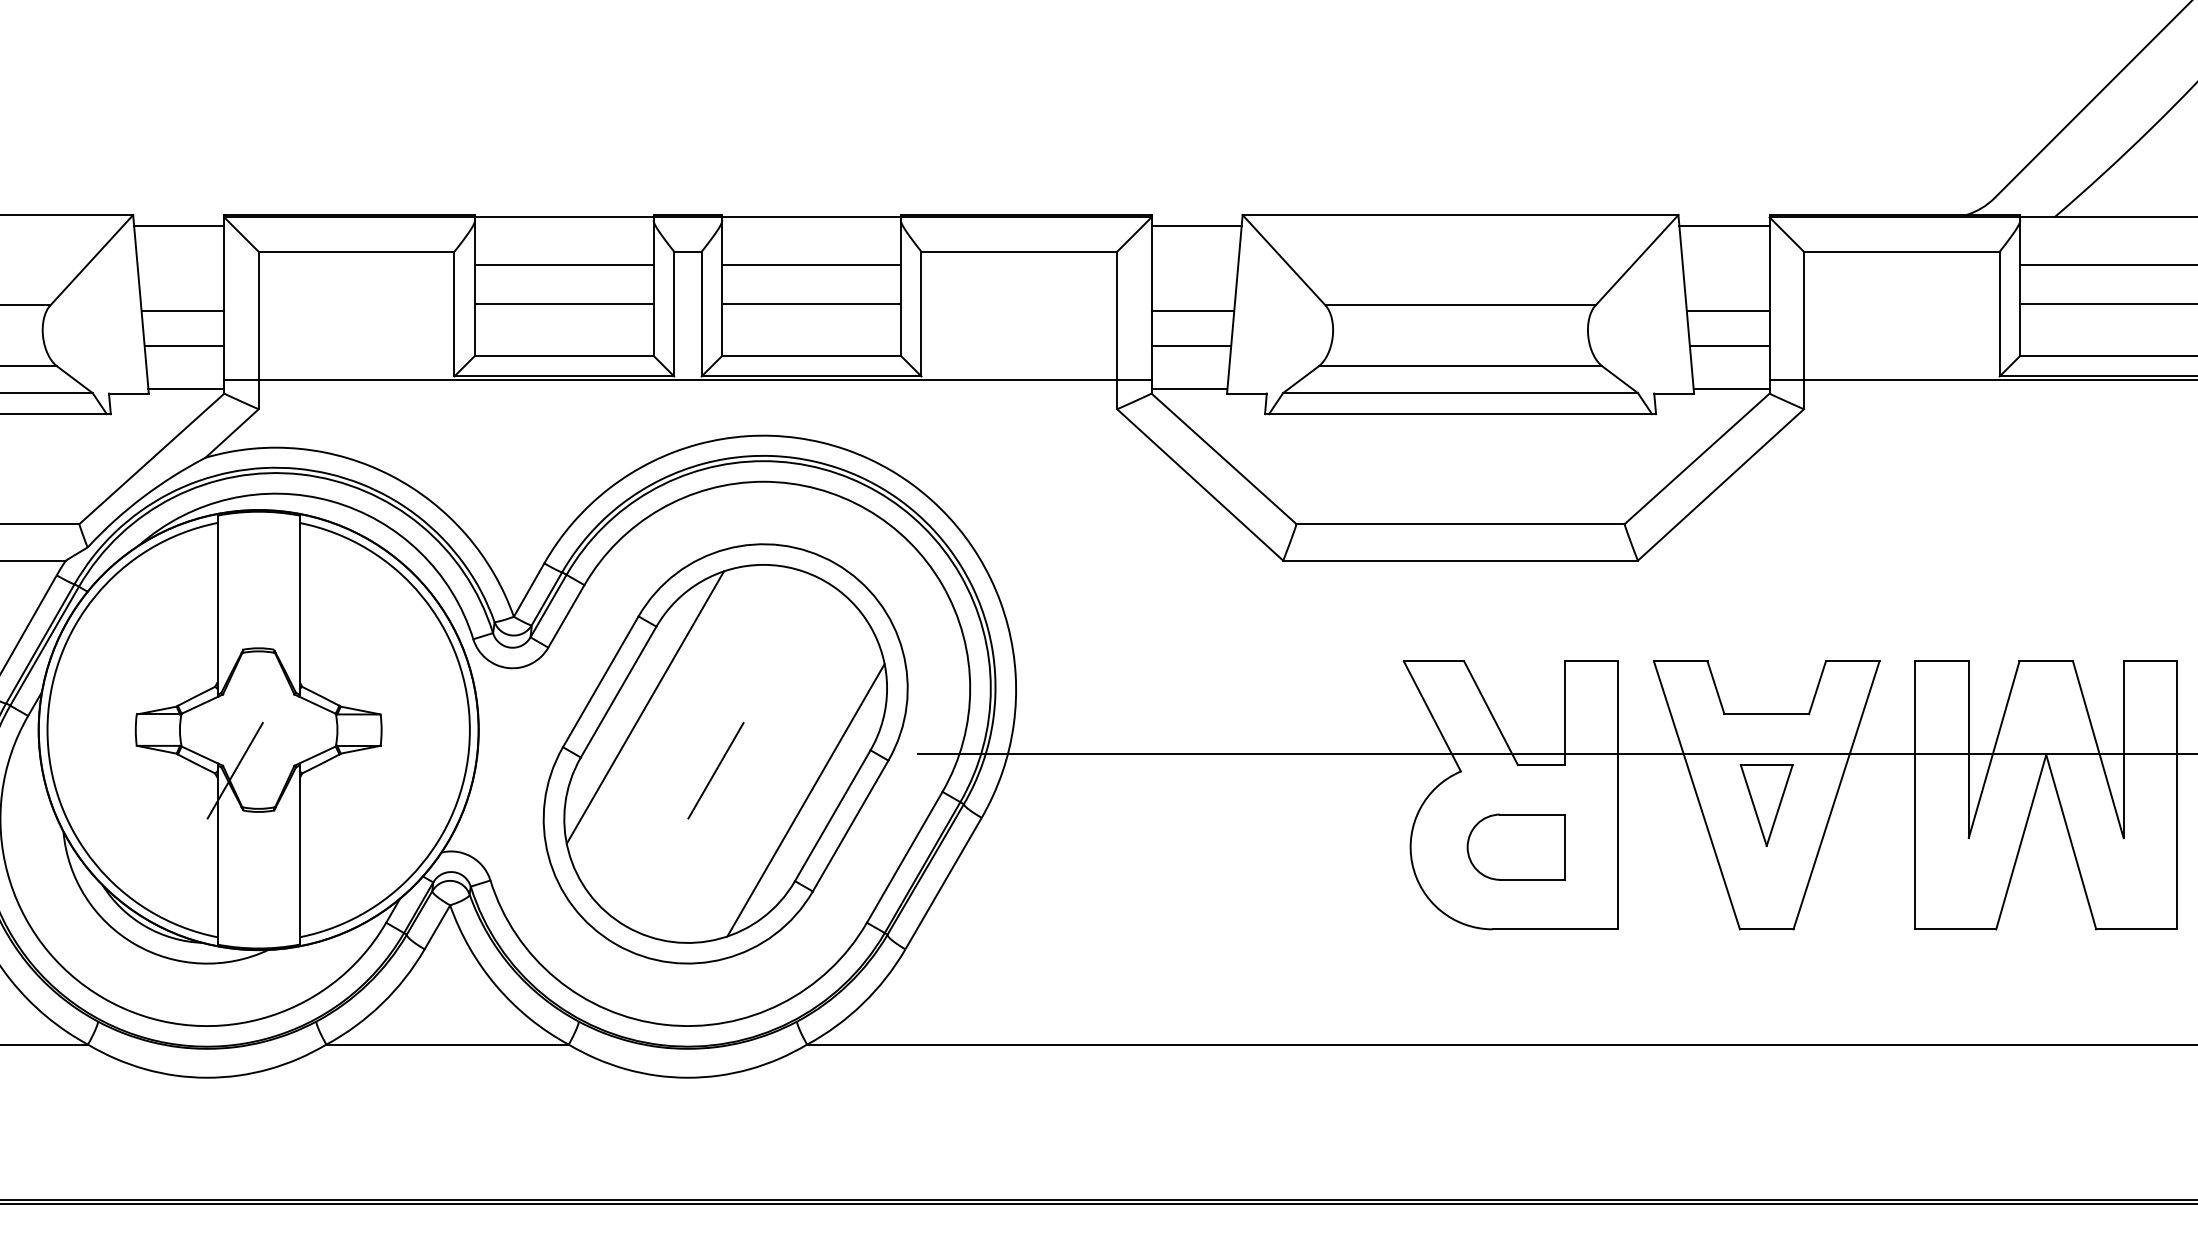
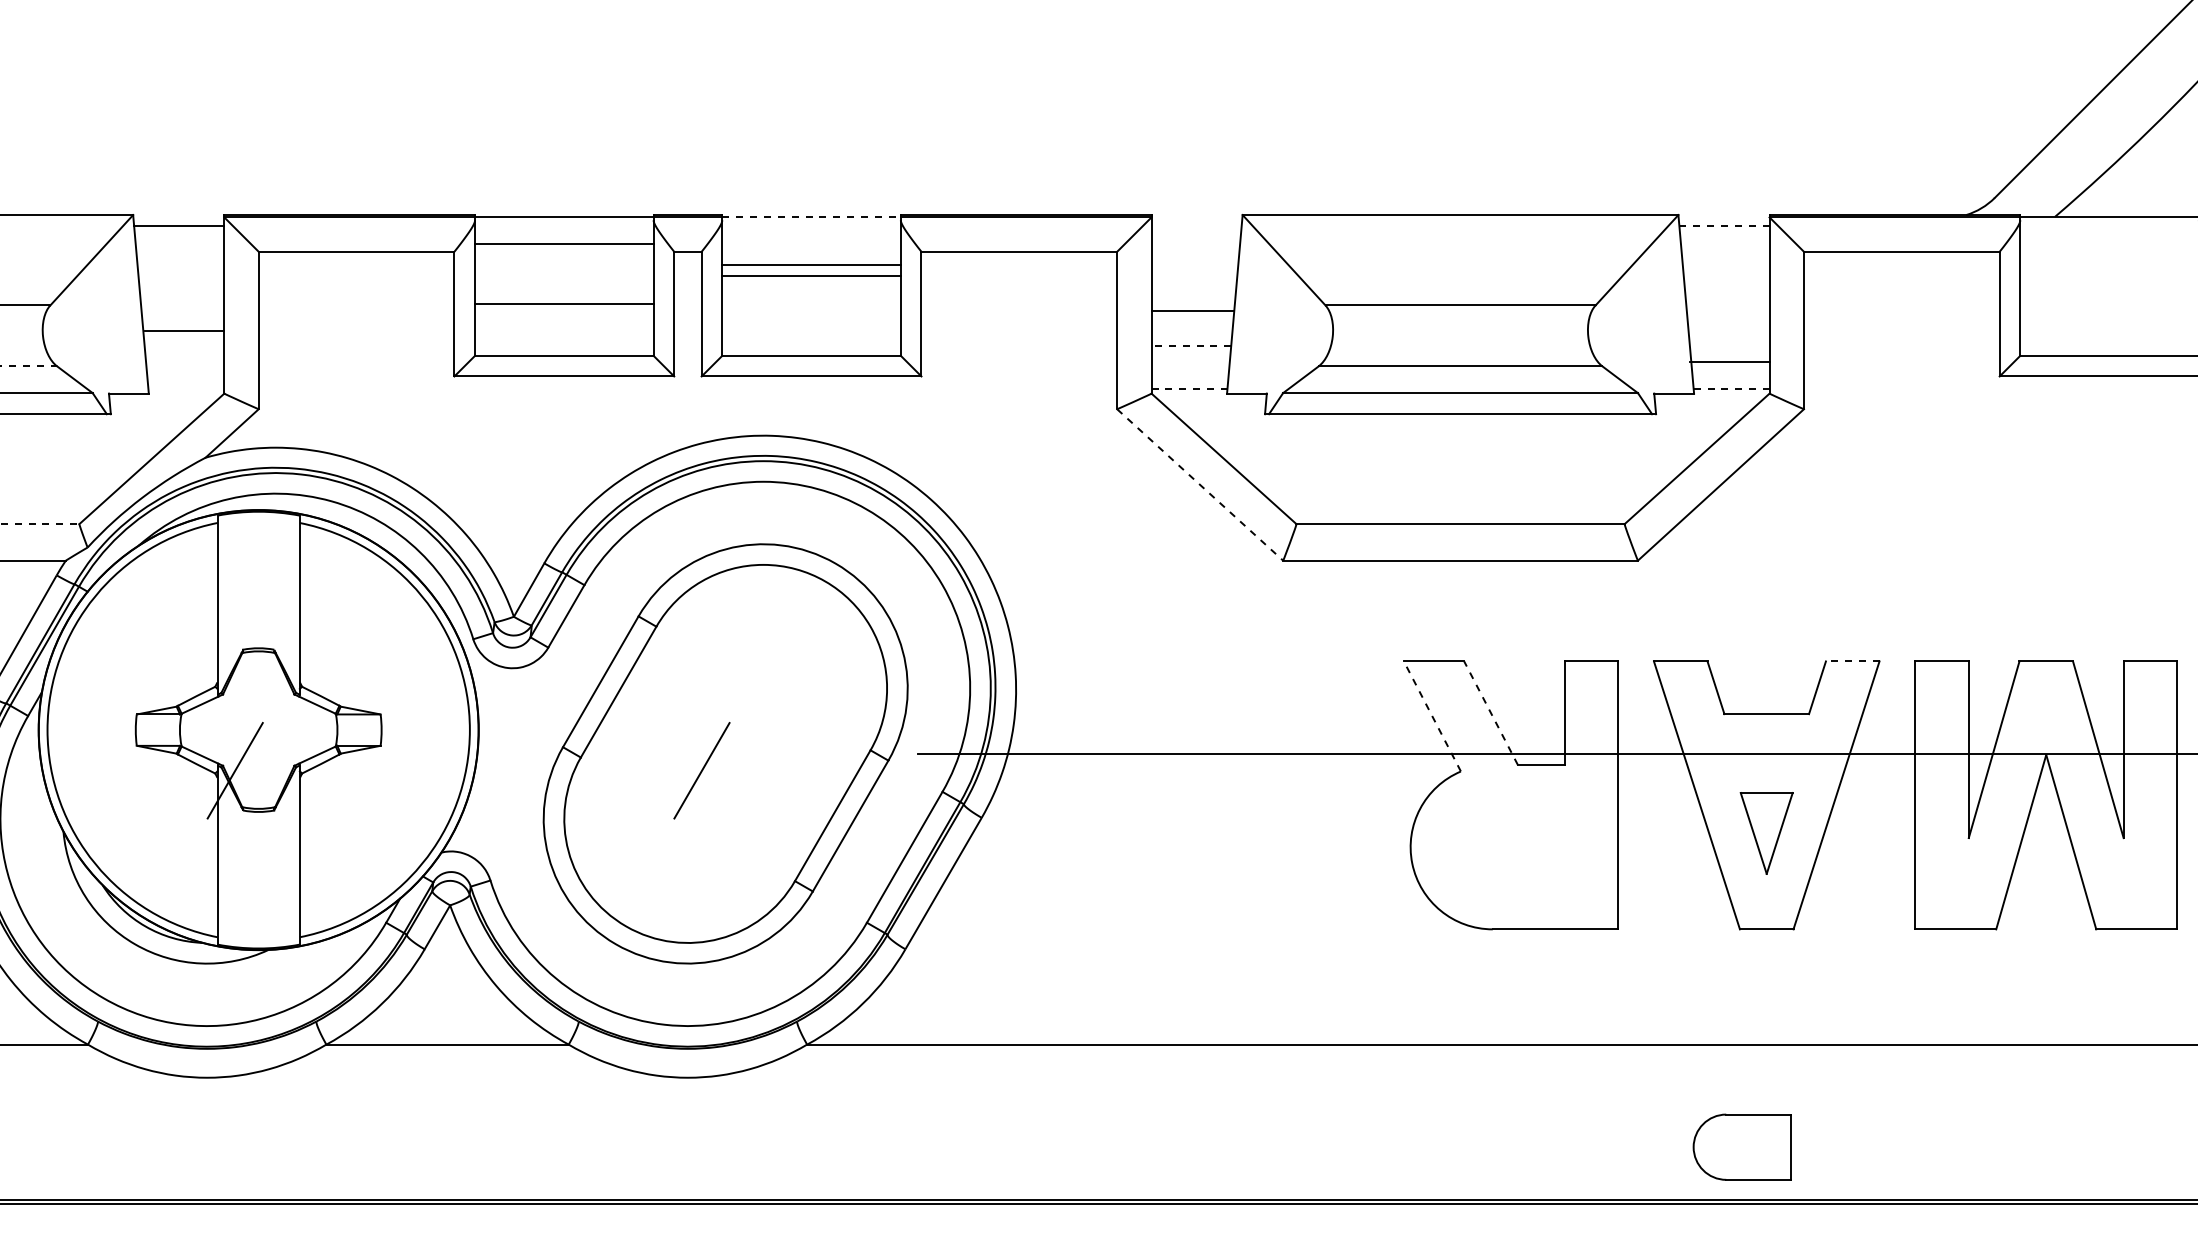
line at (812, 216): solid -> dashed
line at (1196, 226): present -> none
line at (1725, 226): solid -> dashed
line at (564, 264) position: (564, 264) -> (564, 243)
line at (2107, 264): present -> none
line at (811, 304) position: (811, 304) -> (811, 276)
line at (2107, 304): present -> none
line at (182, 311): present -> none
line at (1727, 311): present -> none
line at (184, 345) position: (184, 345) -> (184, 330)
line at (1191, 345): solid -> dashed
line at (1729, 345) position: (1729, 345) -> (1729, 361)
line at (29, 366): solid -> dashed
line at (687, 379): present -> none
line at (1981, 379): present -> none
line at (186, 388): present -> none
line at (1189, 388): solid -> dashed
line at (1731, 388): solid -> dashed
line at (1200, 485): solid -> dashed
line at (40, 524): solid -> dashed
line at (1852, 661): solid -> dashed
line at (645, 707): present -> none
line at (1490, 712): solid -> dashed
line at (1432, 716): solid -> dashed
line at (715, 770) position: (715, 770) -> (701, 770)
line at (805, 800): present -> none
part at (1766, 805) position: (1766, 805) -> (1766, 833)
part at (1515, 846) position: (1515, 846) -> (1741, 1146)
